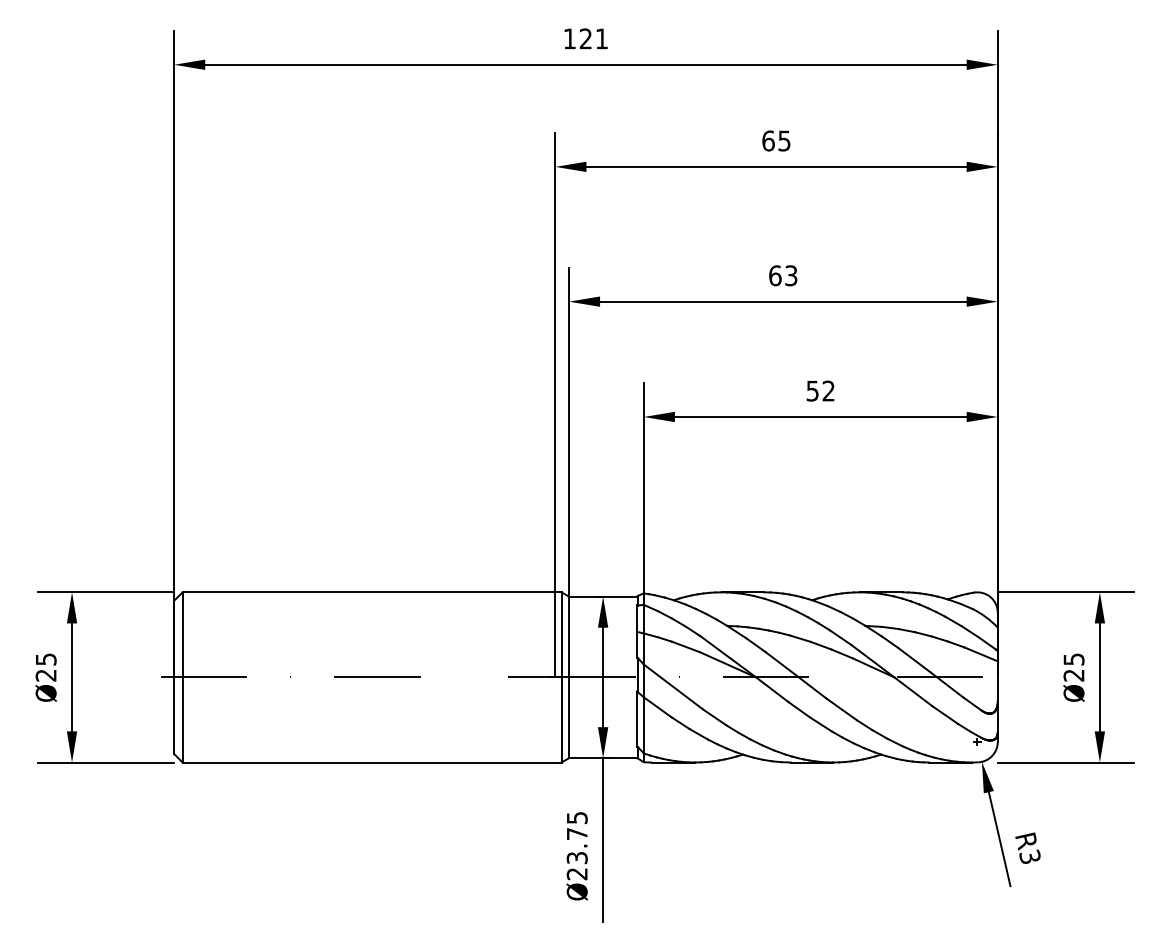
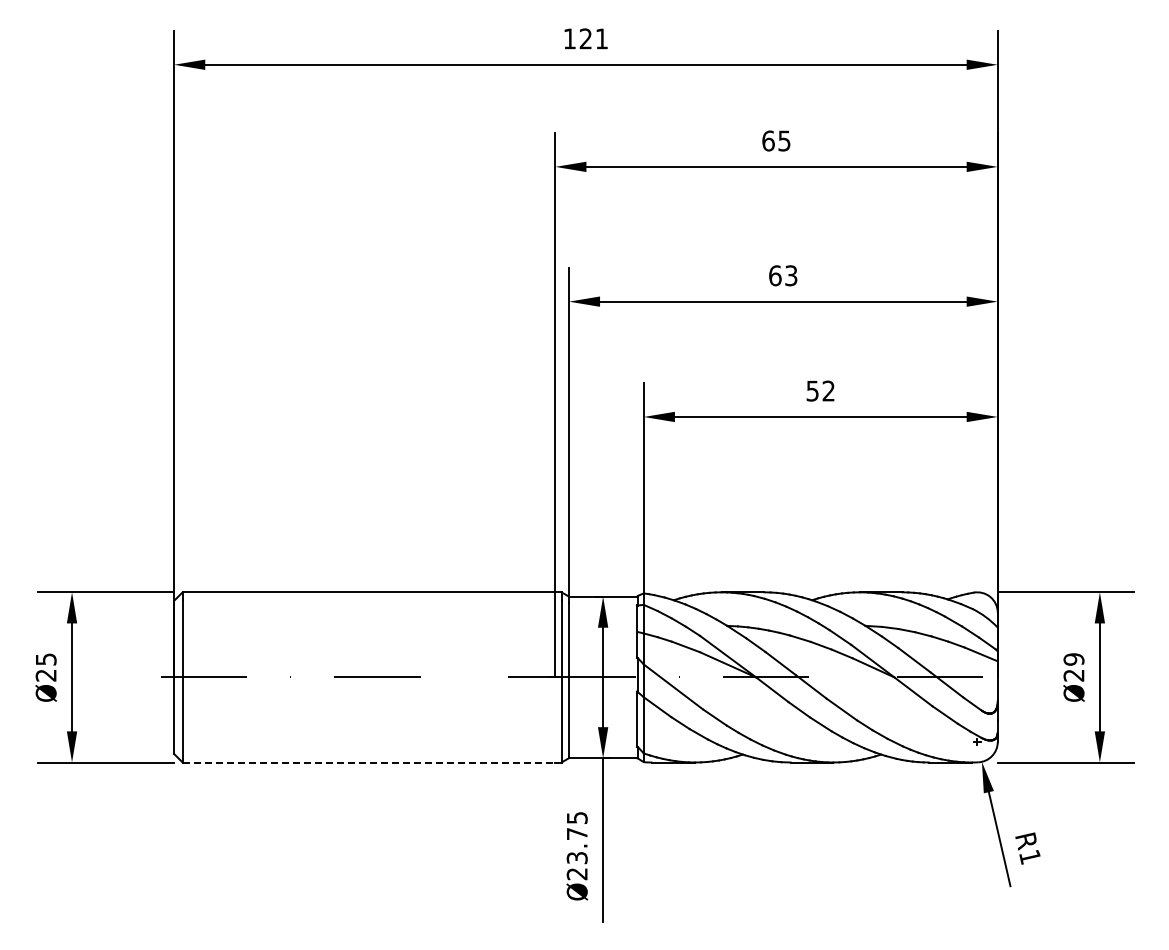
text at (1073, 659): Ø25 -> Ø29
line at (369, 762): solid -> dashed
text at (1029, 856): R3 -> R1
